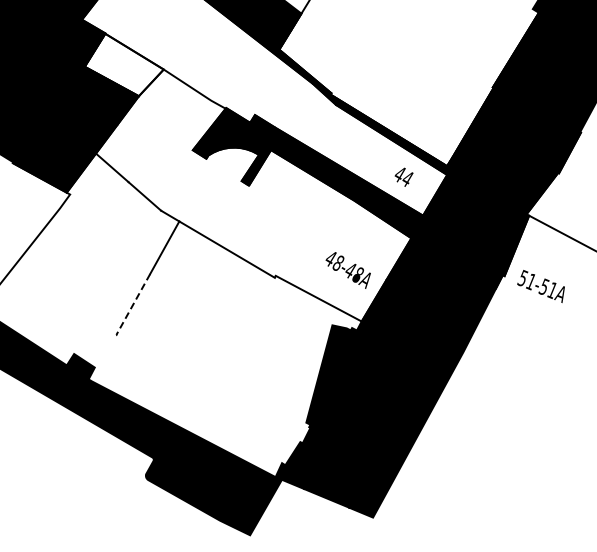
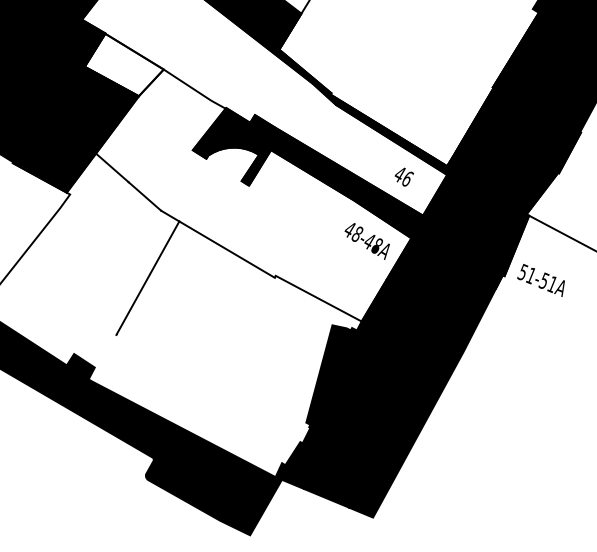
text at (407, 178): 44 -> 46
text at (347, 270) position: (347, 270) -> (366, 241)
text at (540, 286) position: (540, 286) -> (540, 280)
line at (132, 306): dashed -> solid
